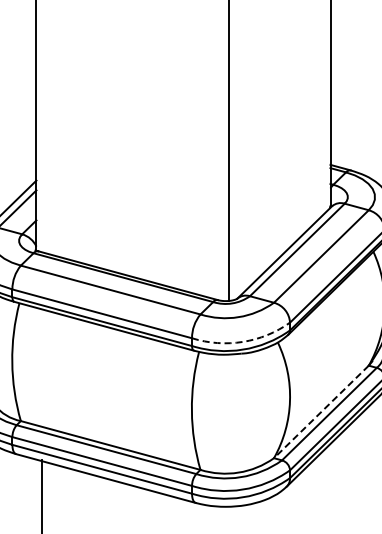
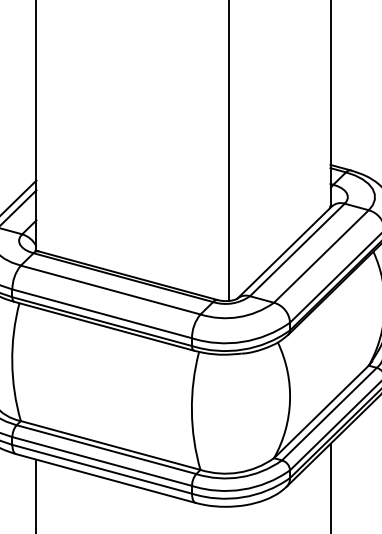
arc at (242, 341): dashed -> solid
line at (321, 412): dashed -> solid
line at (330, 486): none -> present
line at (42, 494) position: (42, 494) -> (36, 494)
